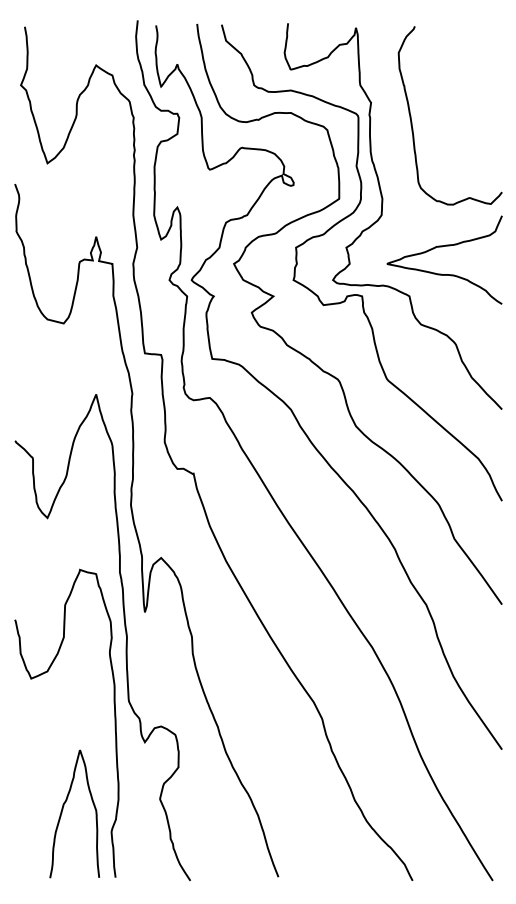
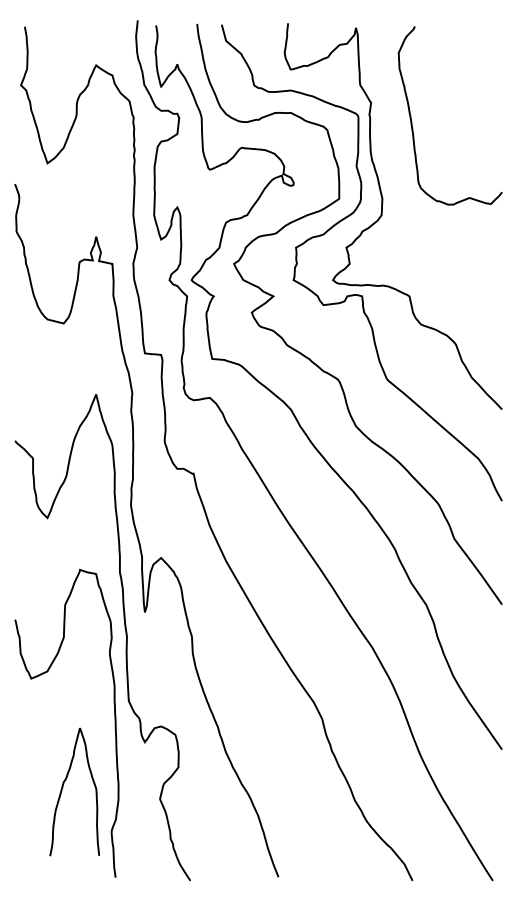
curve at (442, 247): present -> none
curve at (63, 809) position: (63, 809) -> (63, 787)
